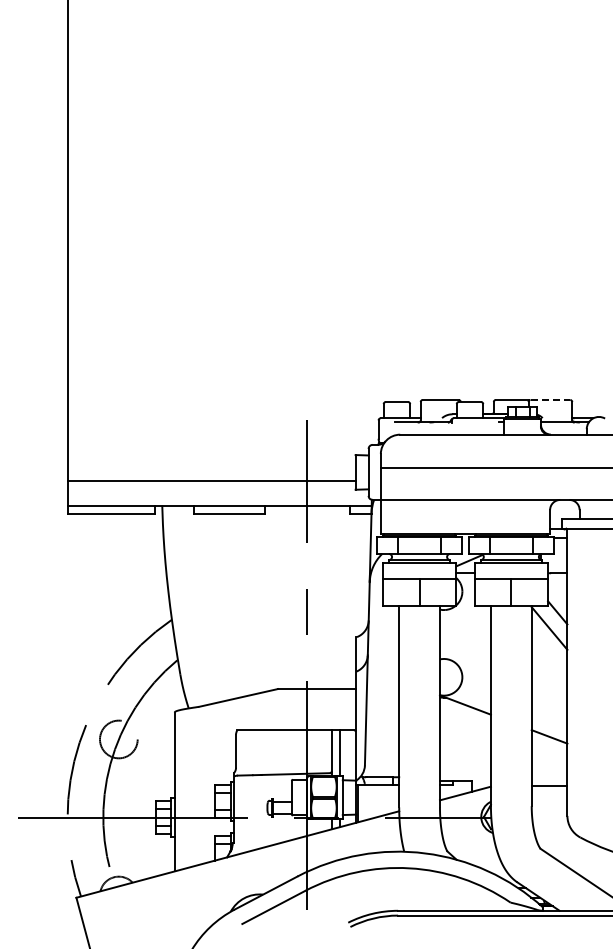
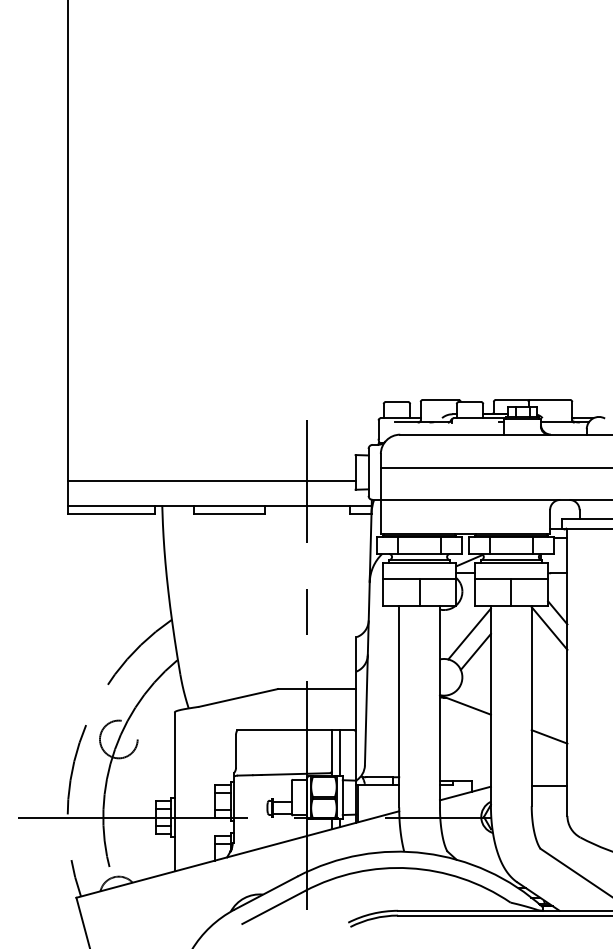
line at (550, 400): dashed -> solid
line at (469, 633): none -> present
line at (475, 651): none -> present
